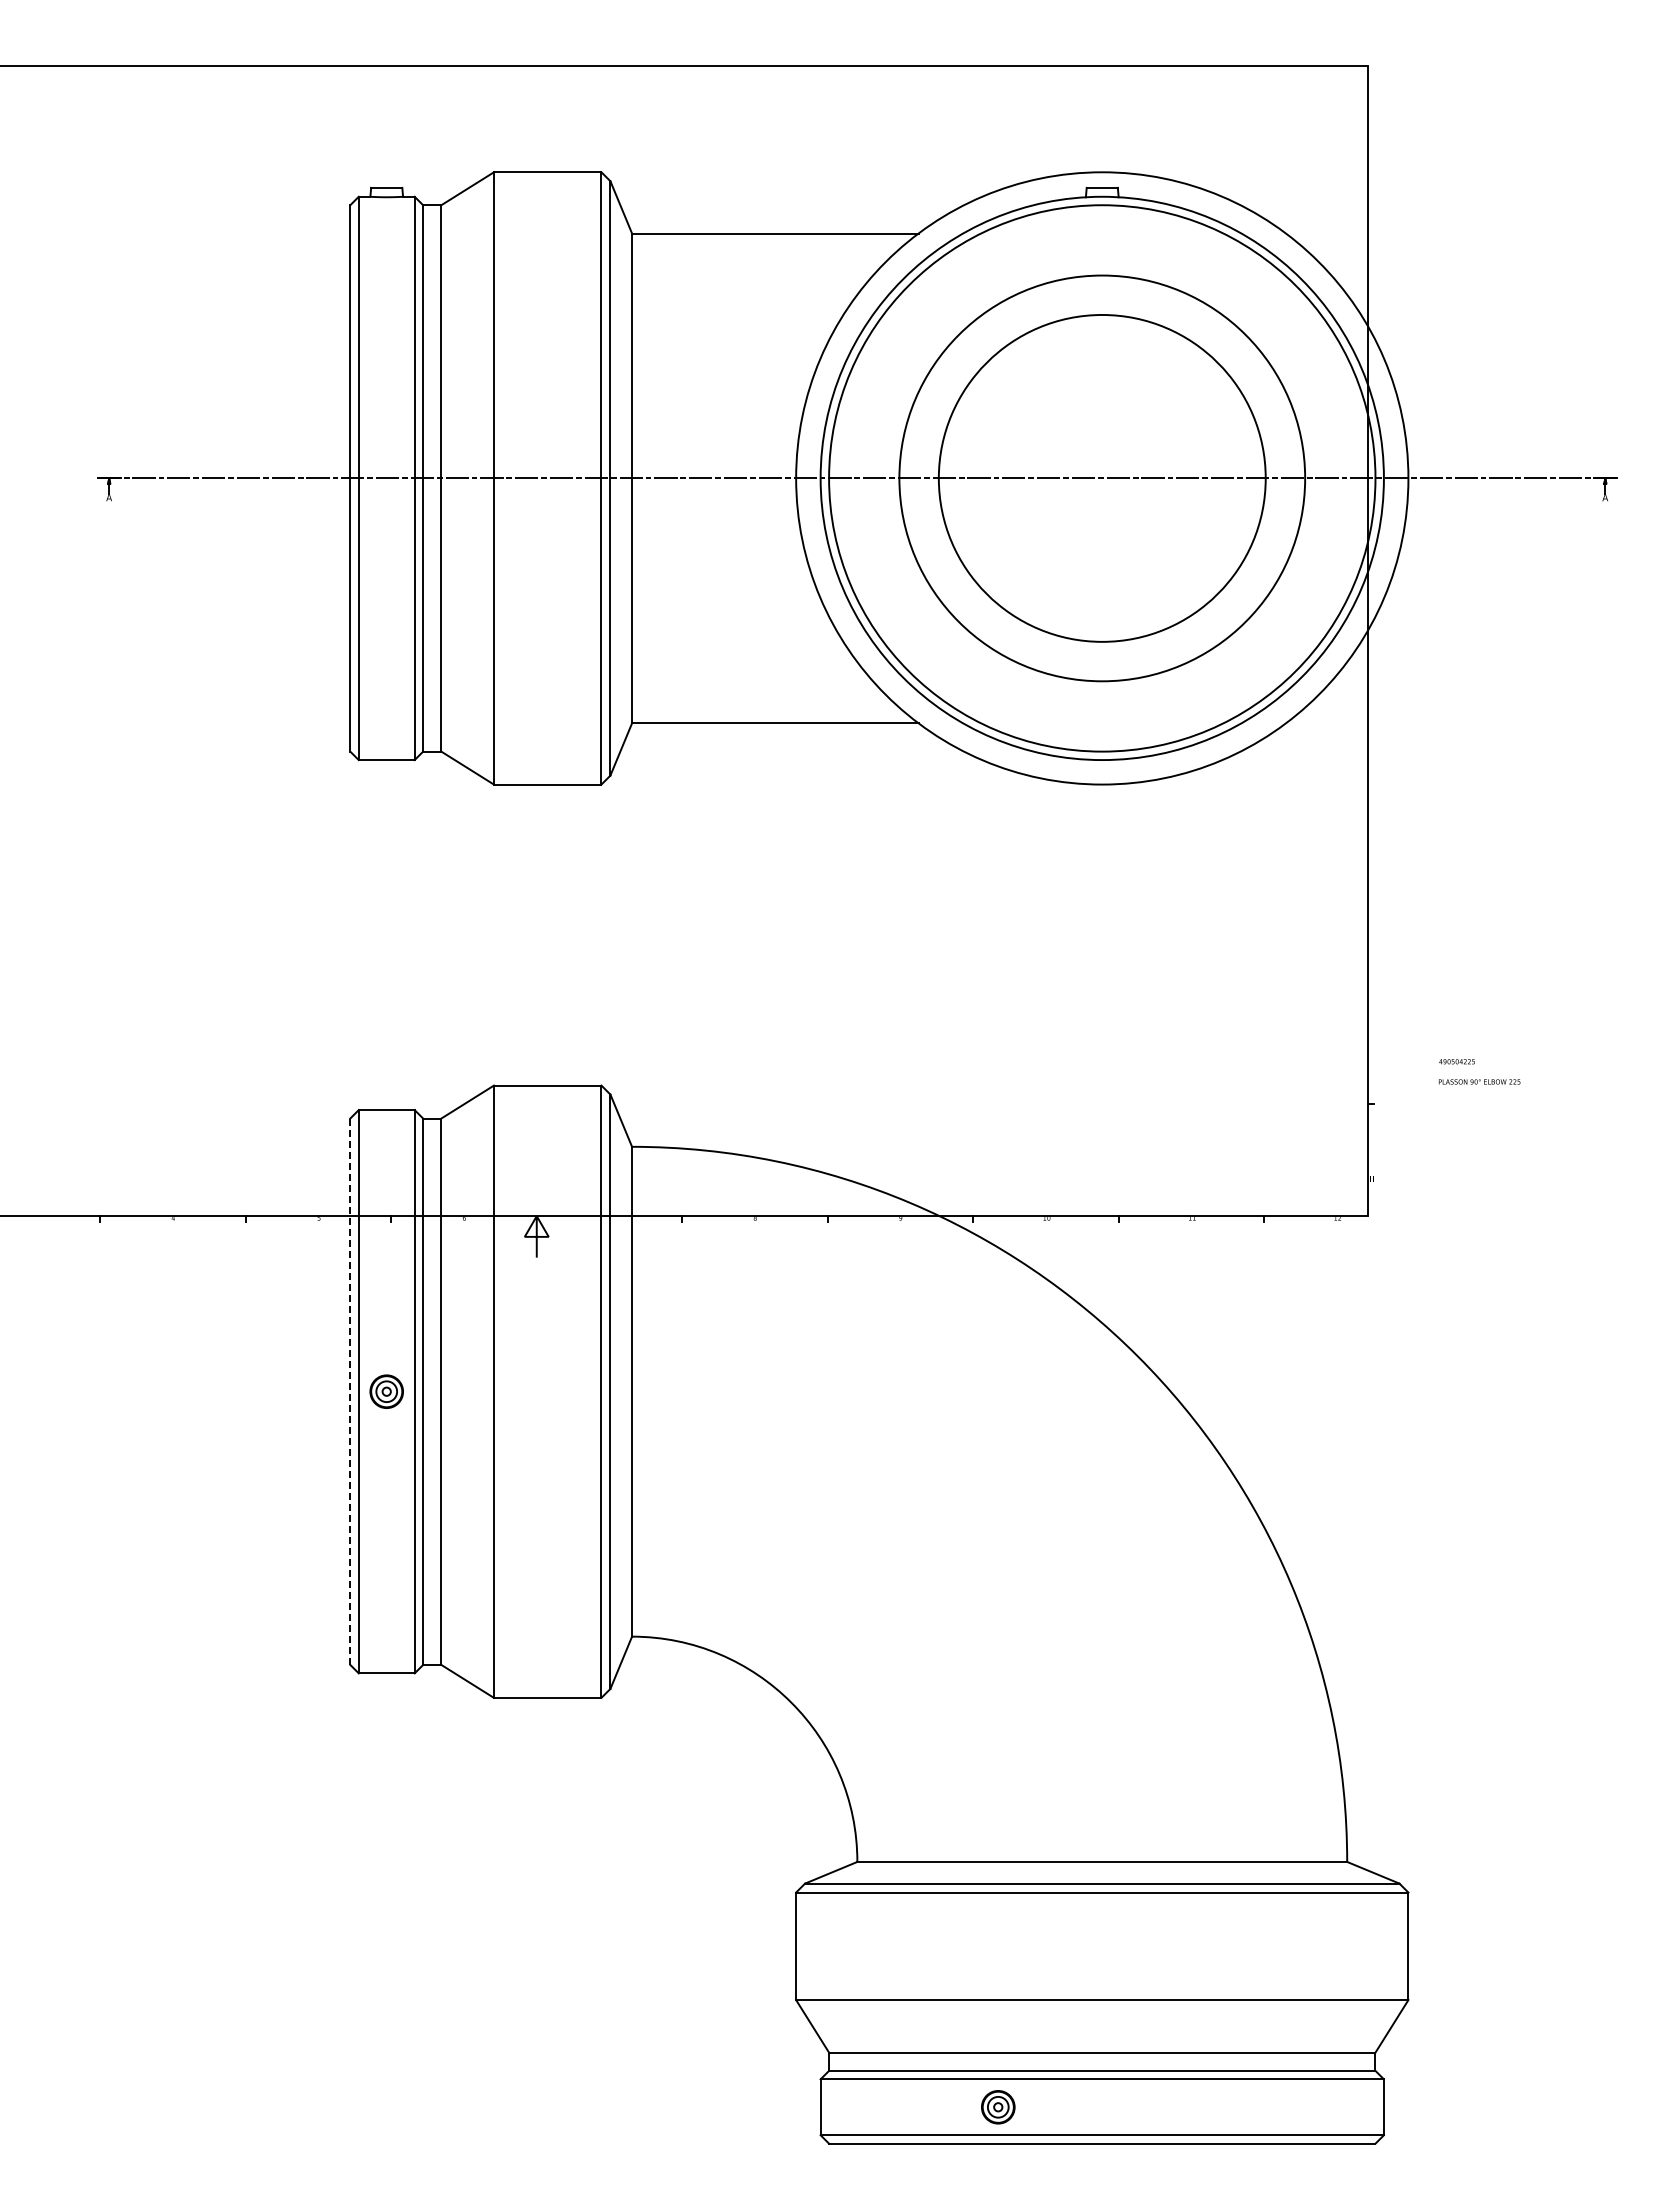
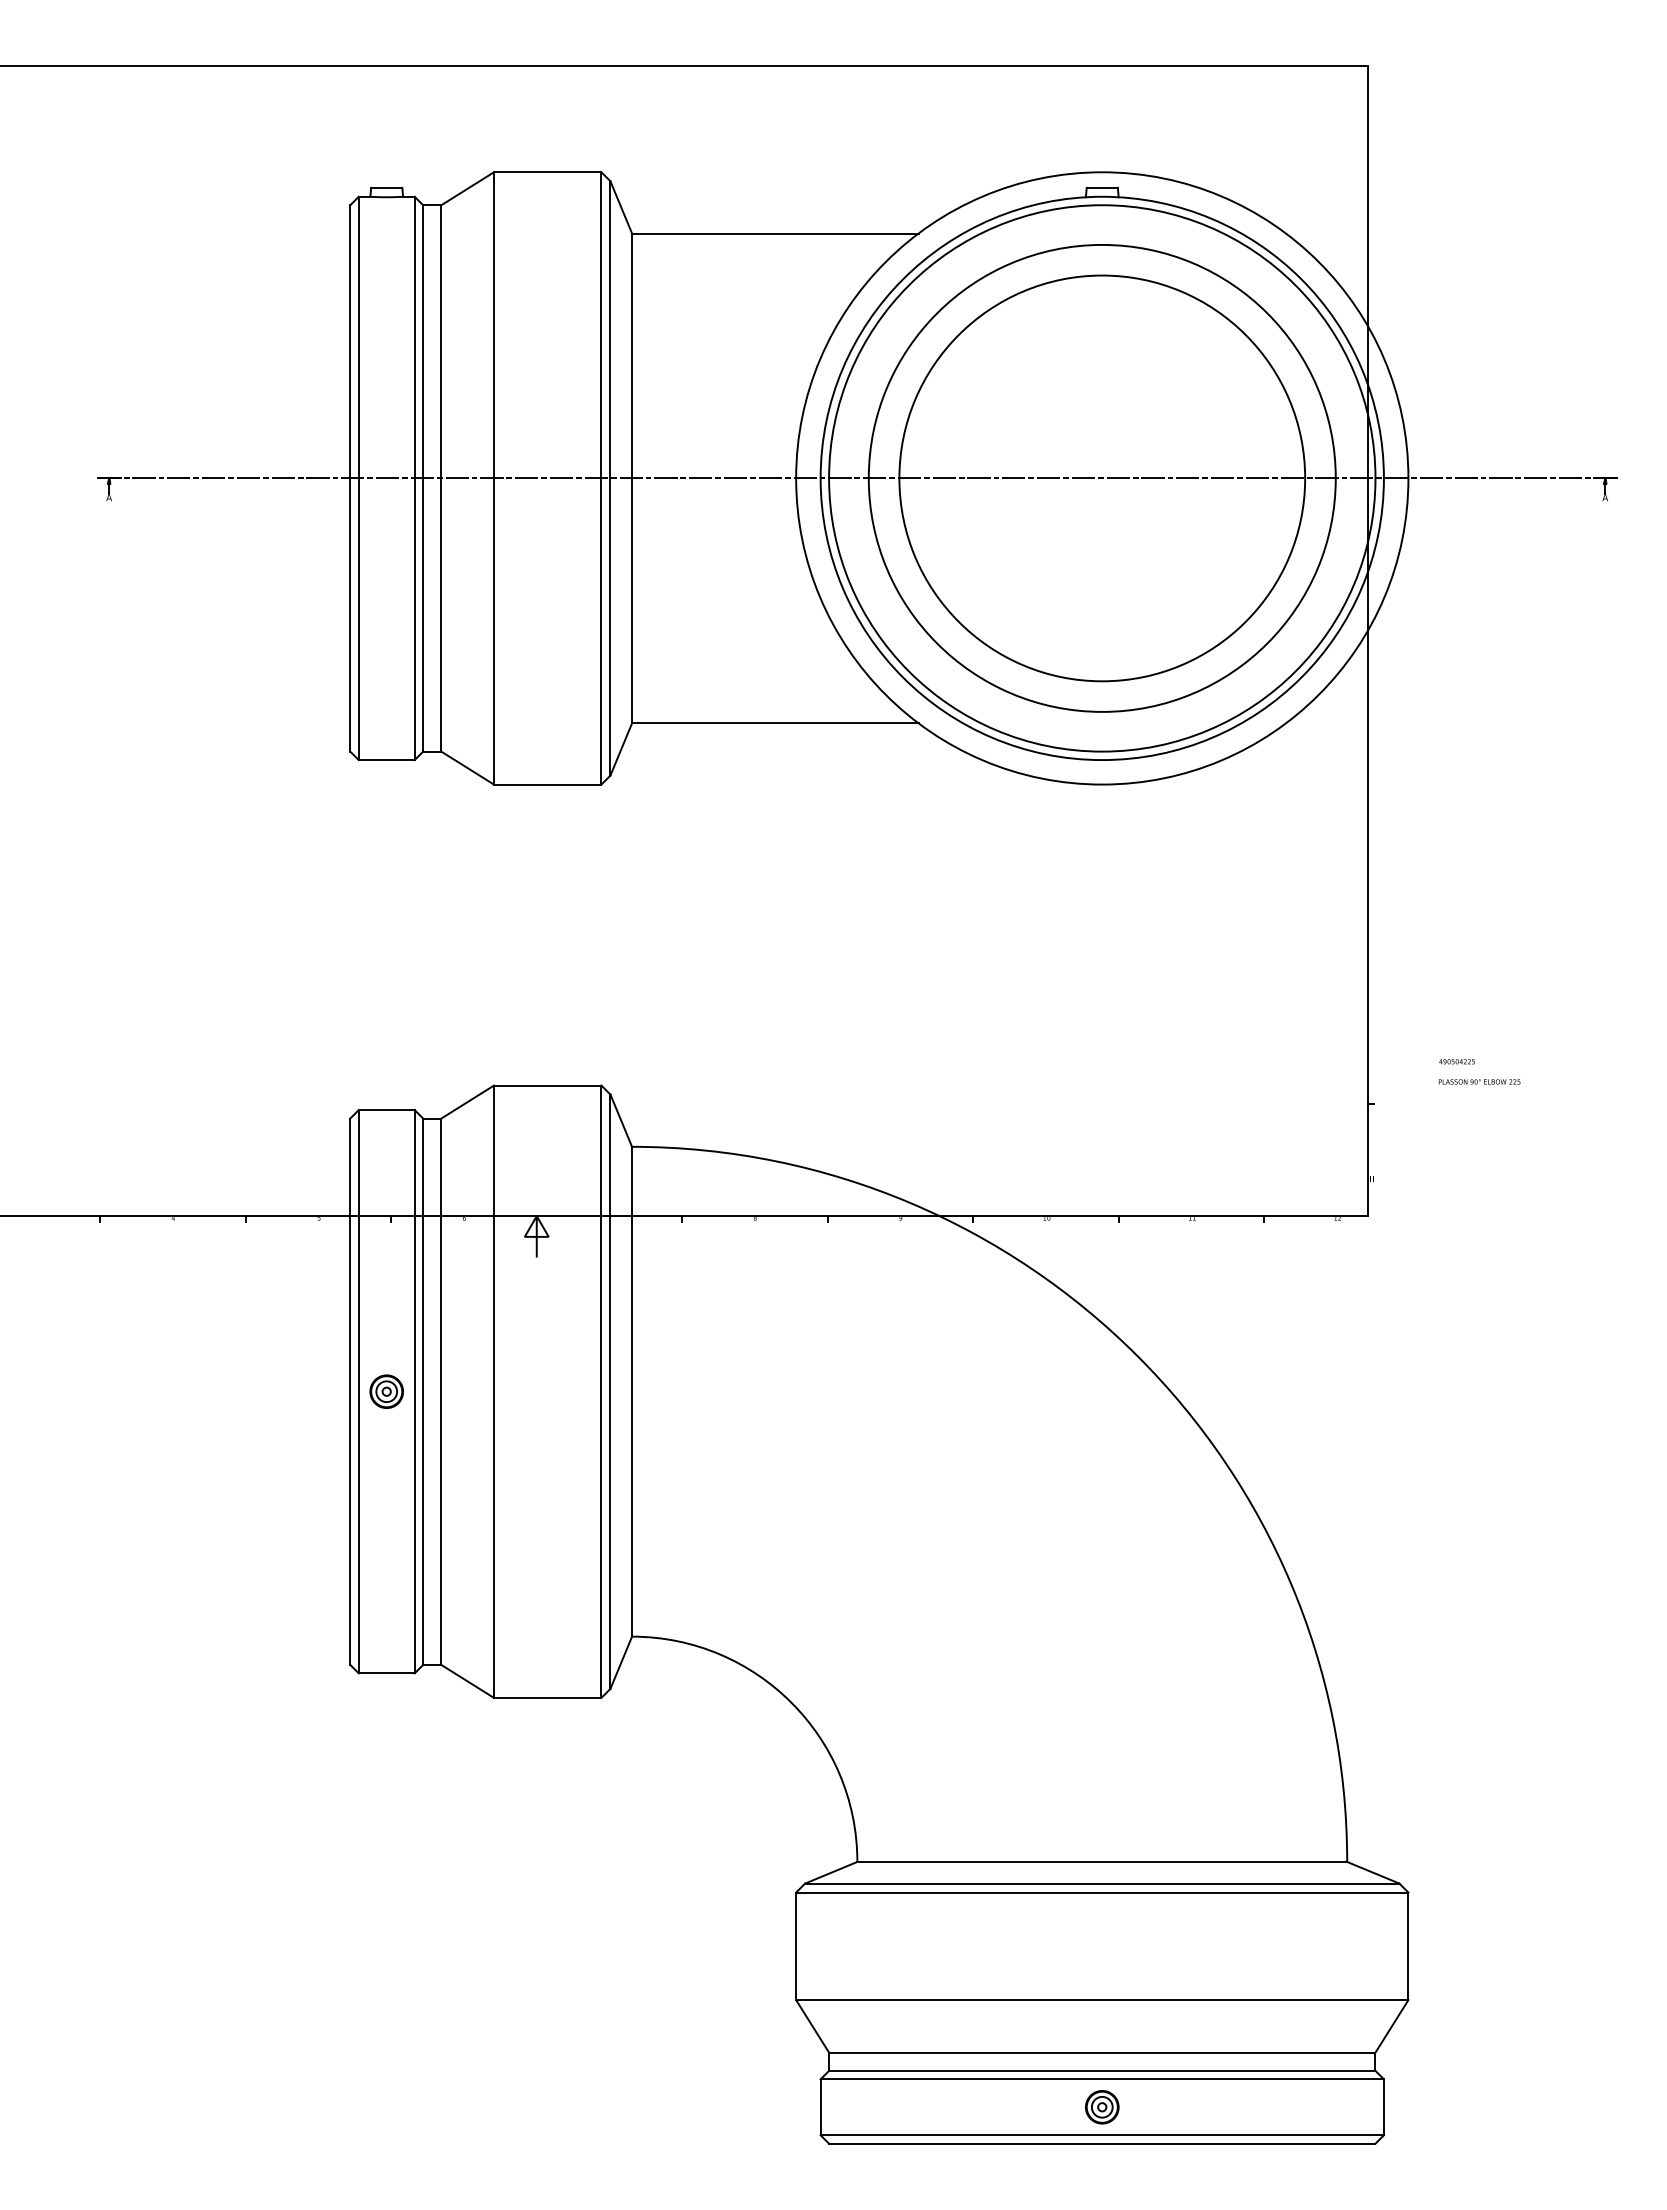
circle at (1101, 477) diameter: 327 px -> 467 px
line at (350, 1391): dashed -> solid
part at (998, 2107) position: (998, 2107) -> (1102, 2107)
